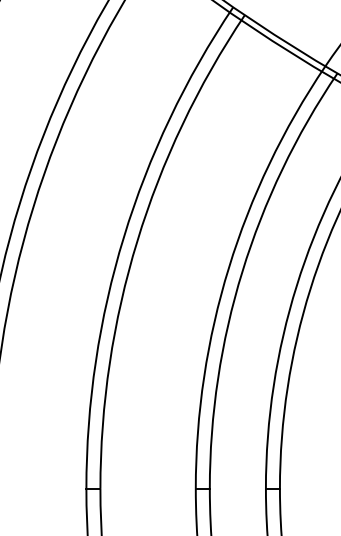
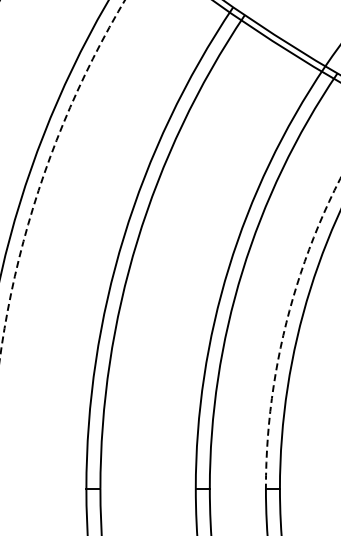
arc at (44, 173): solid -> dashed
arc at (285, 328): solid -> dashed
